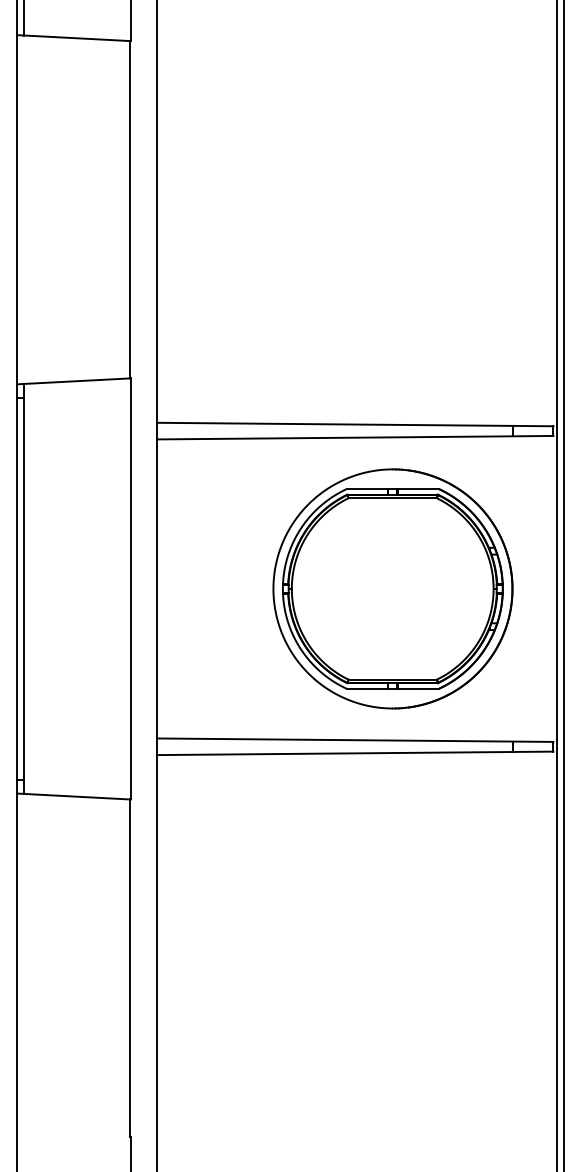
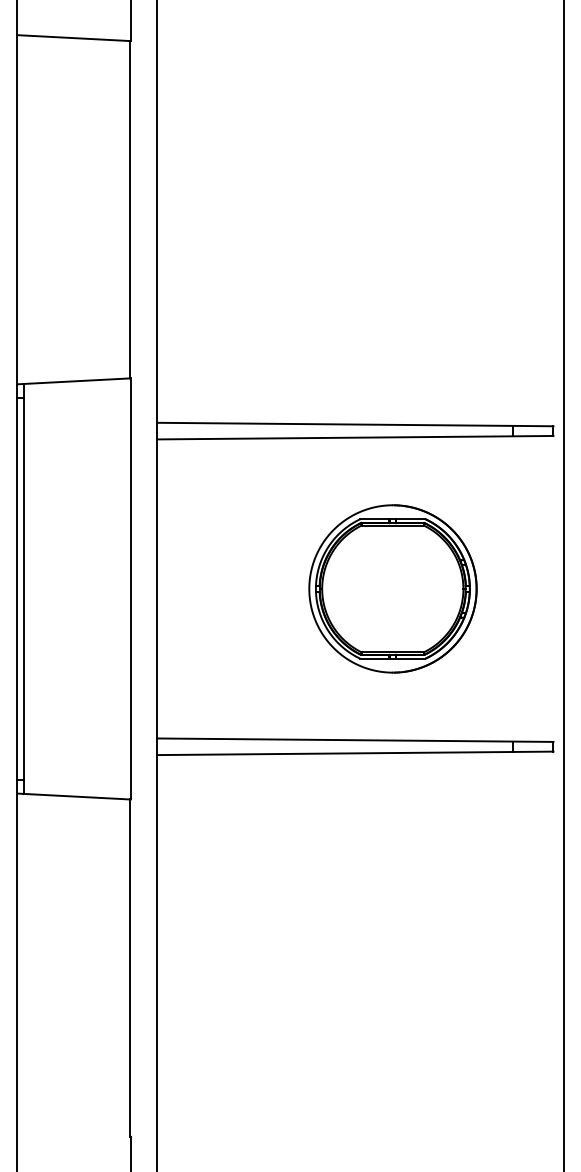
line at (24, 18): present -> none
line at (557, 585): present -> none
part at (392, 588) size: 242x242 px -> 170x170 px
